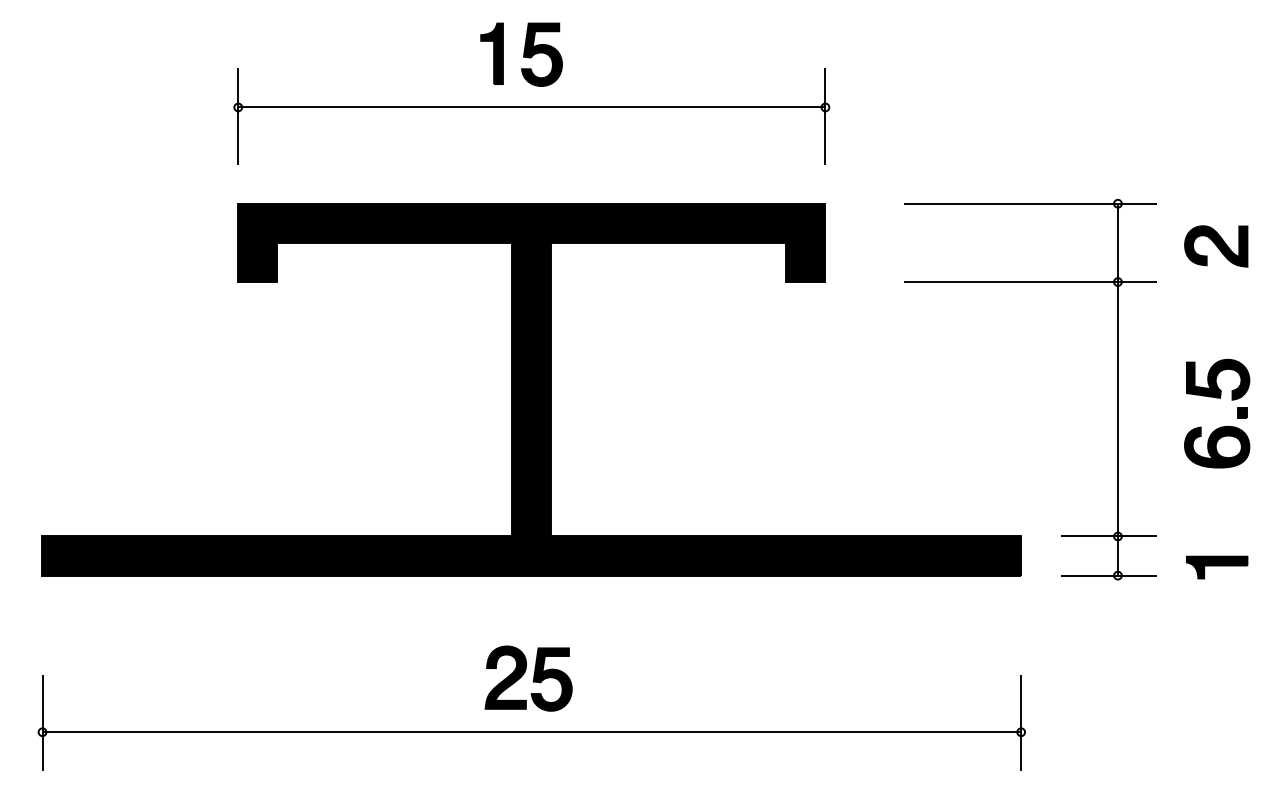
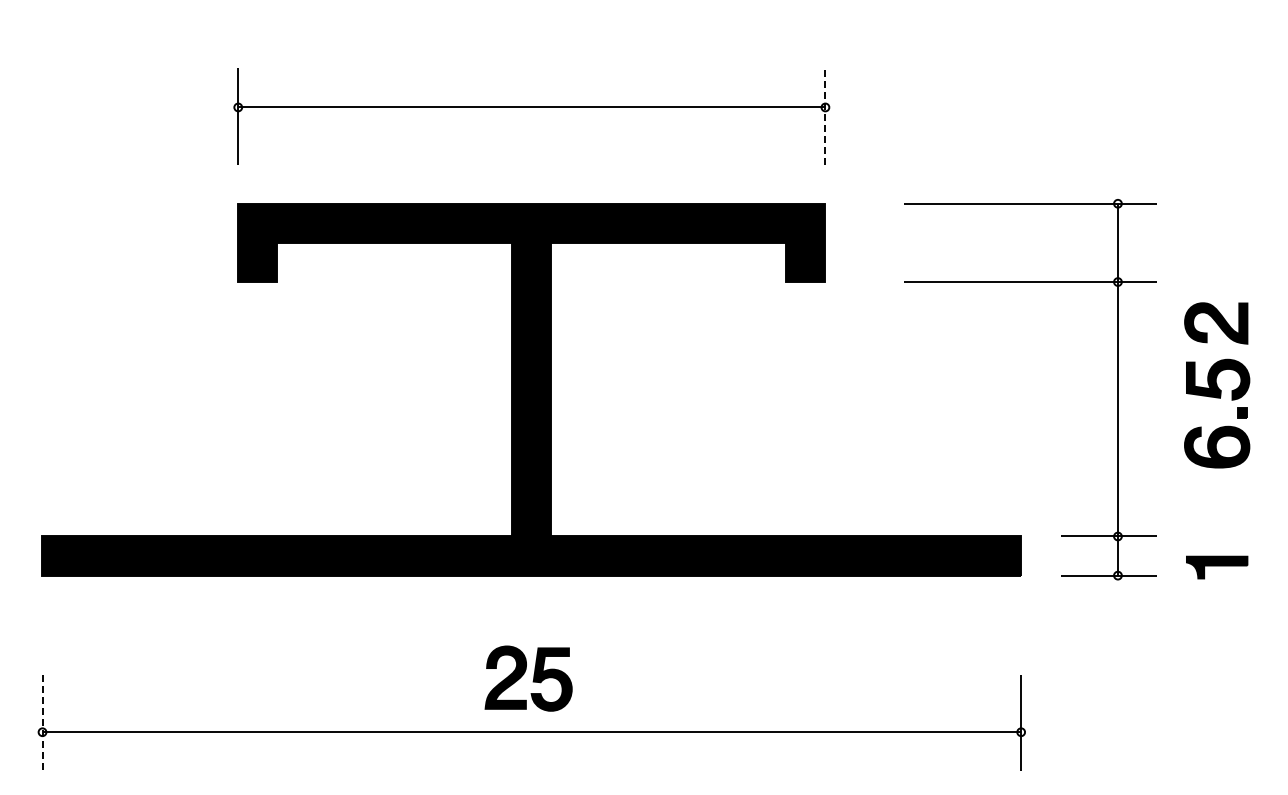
part at (521, 54): present -> none
line at (825, 115): solid -> dashed
part at (1216, 246) position: (1216, 246) -> (1216, 323)
line at (42, 723): solid -> dashed
